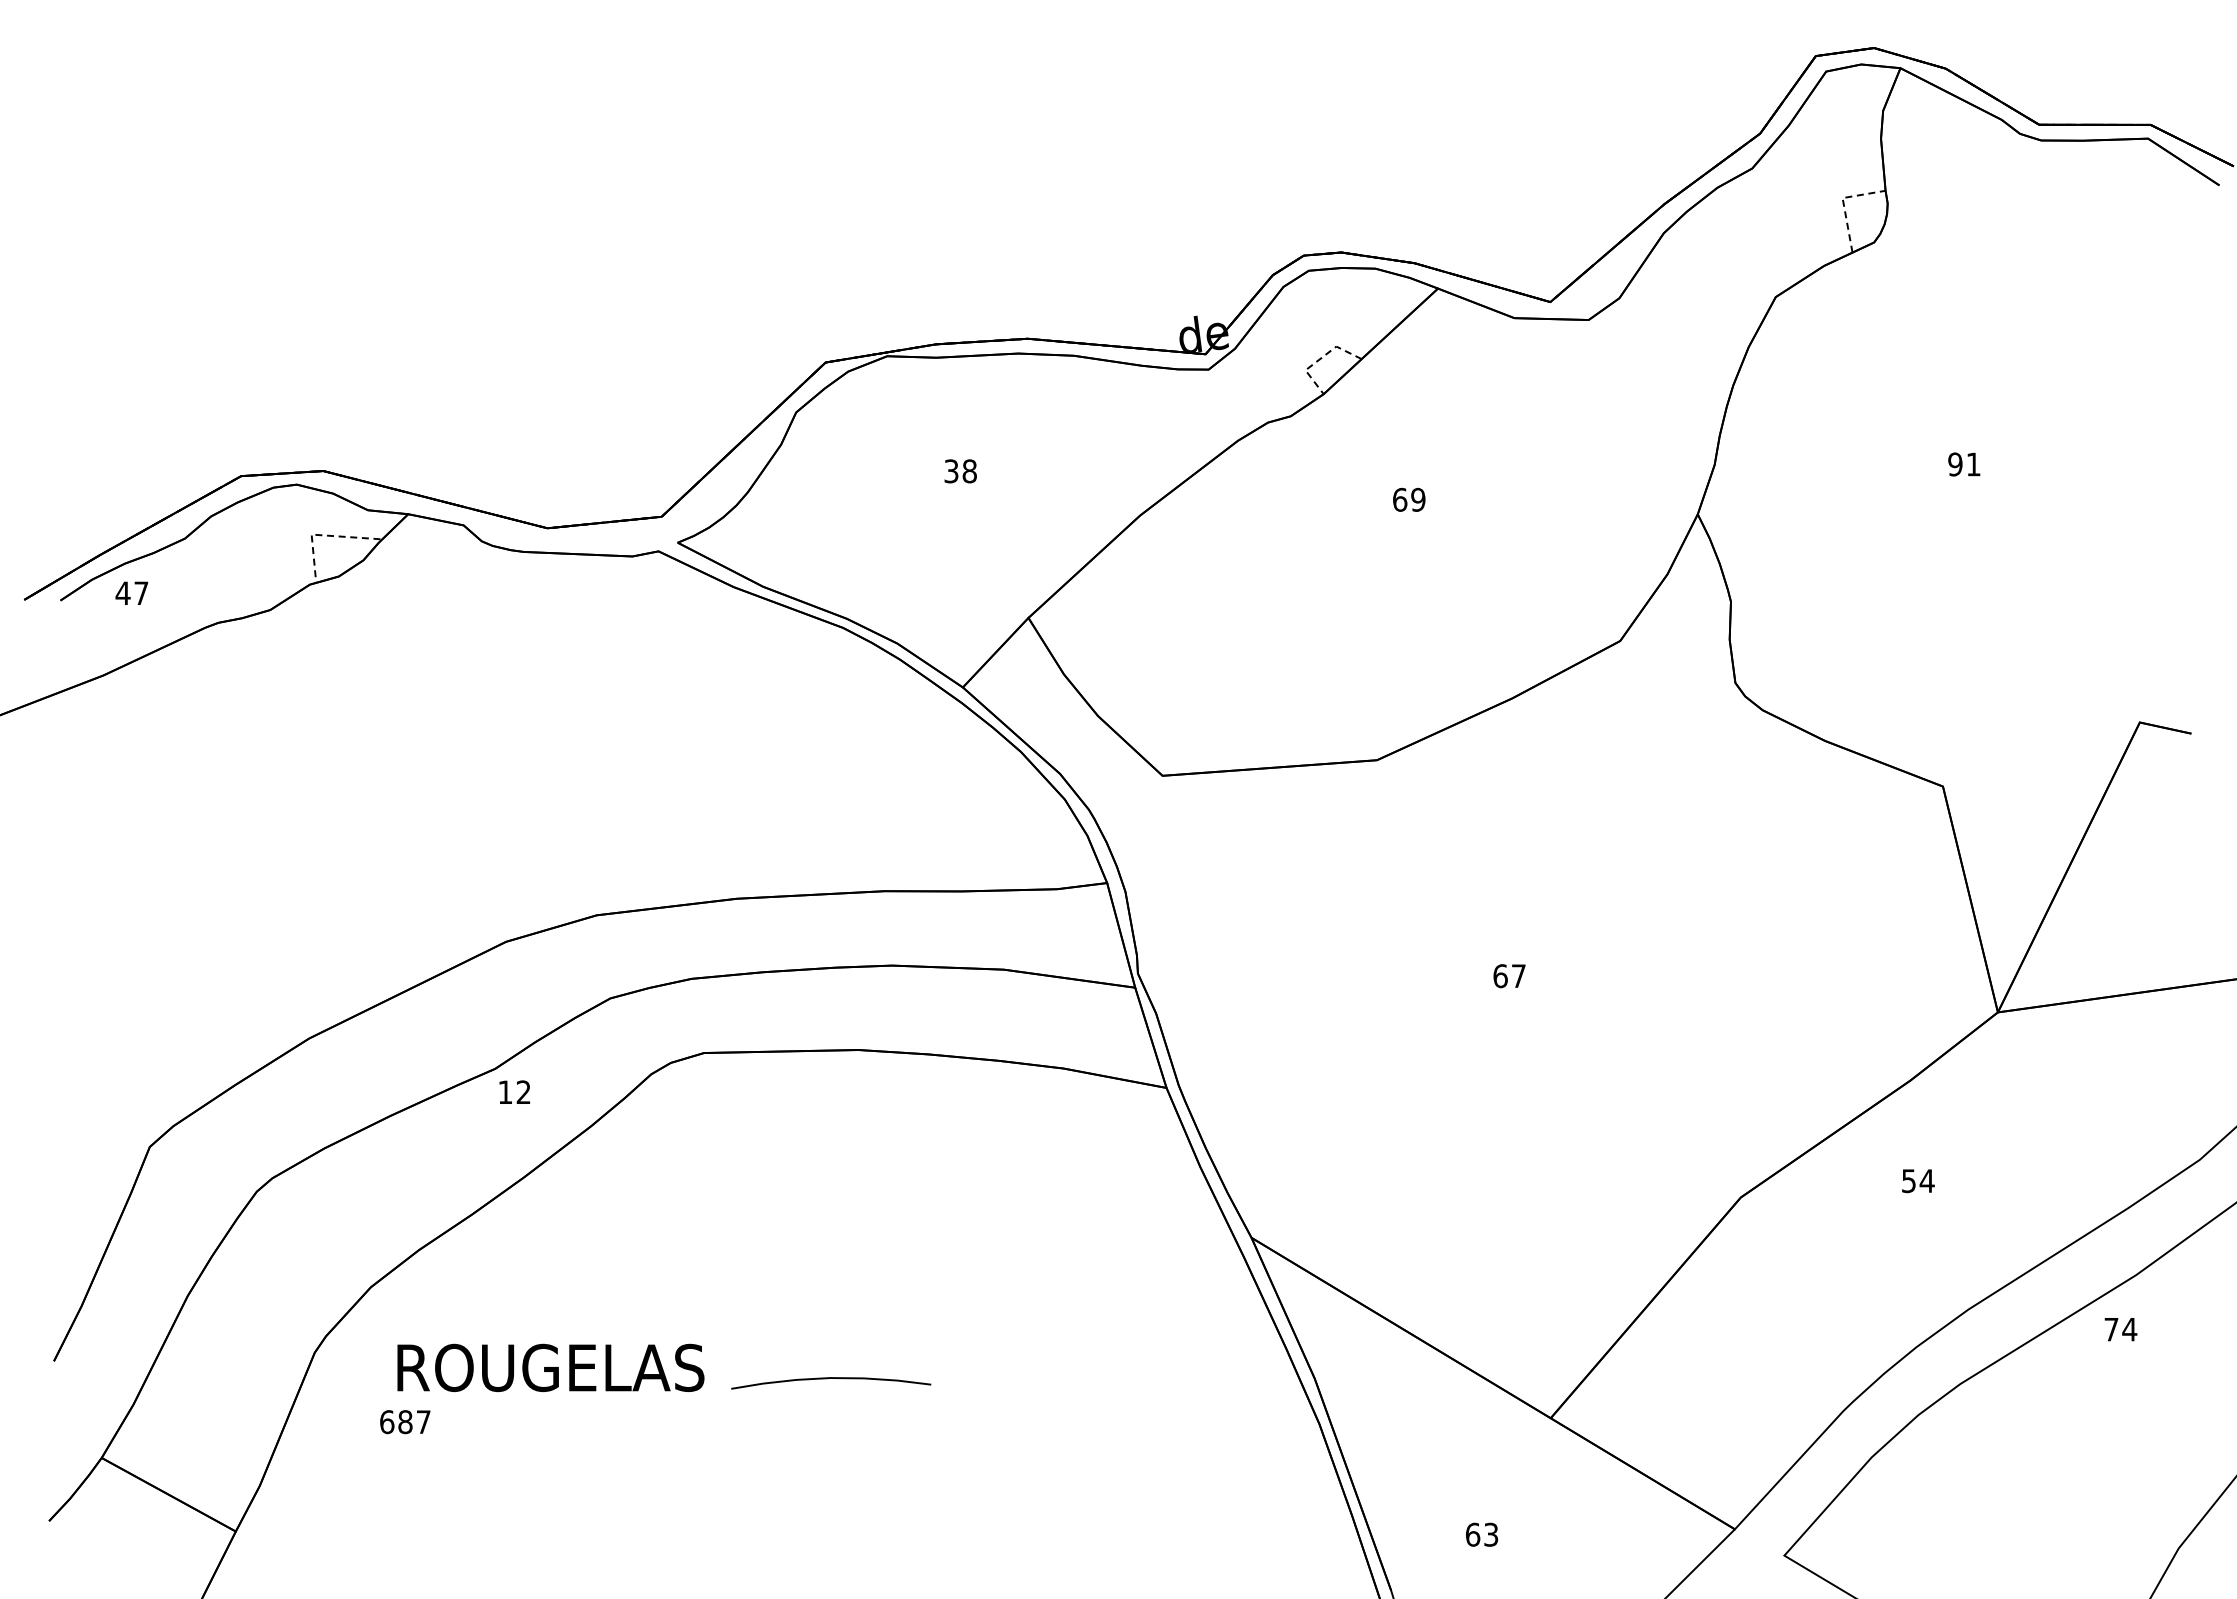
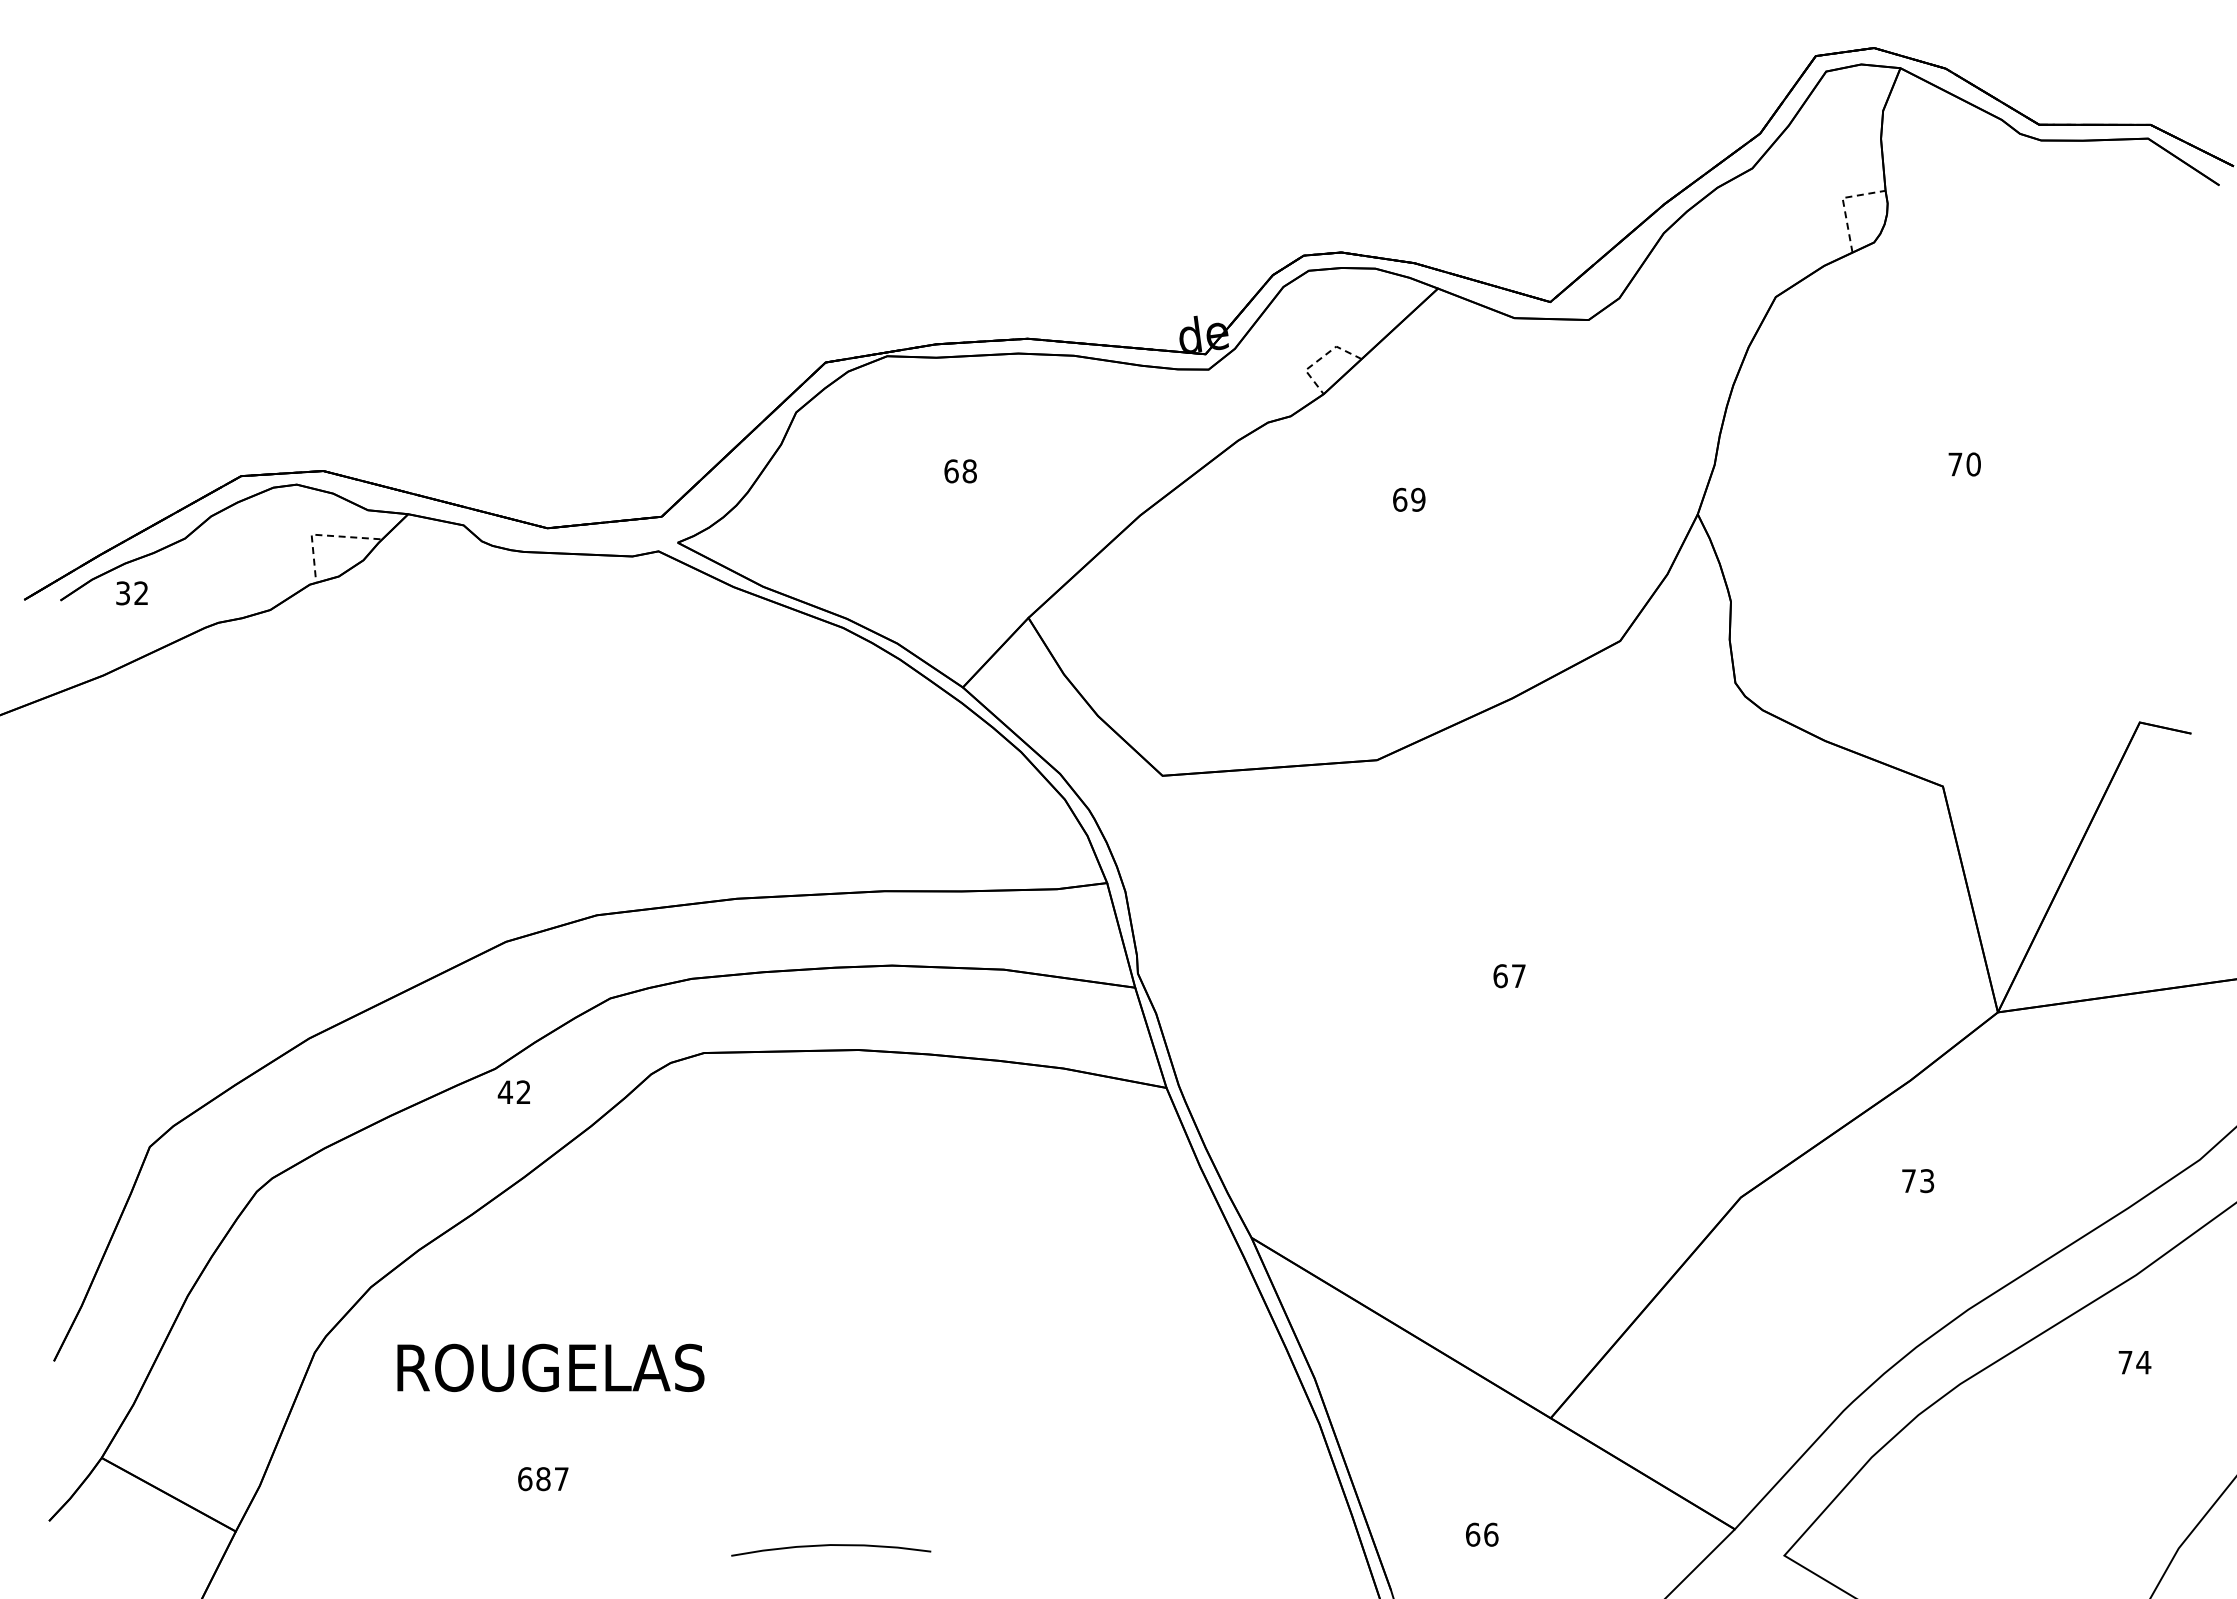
text at (1964, 464): 91 -> 70
text at (951, 471): 38 -> 68
text at (131, 593): 47 -> 32
text at (504, 1091): 12 -> 42
text at (1918, 1181): 54 -> 73
text at (2120, 1329) position: (2120, 1329) -> (2134, 1362)
curve at (831, 1378) position: (831, 1378) -> (831, 1545)
text at (405, 1422) position: (405, 1422) -> (543, 1479)
text at (1491, 1534): 63 -> 66
